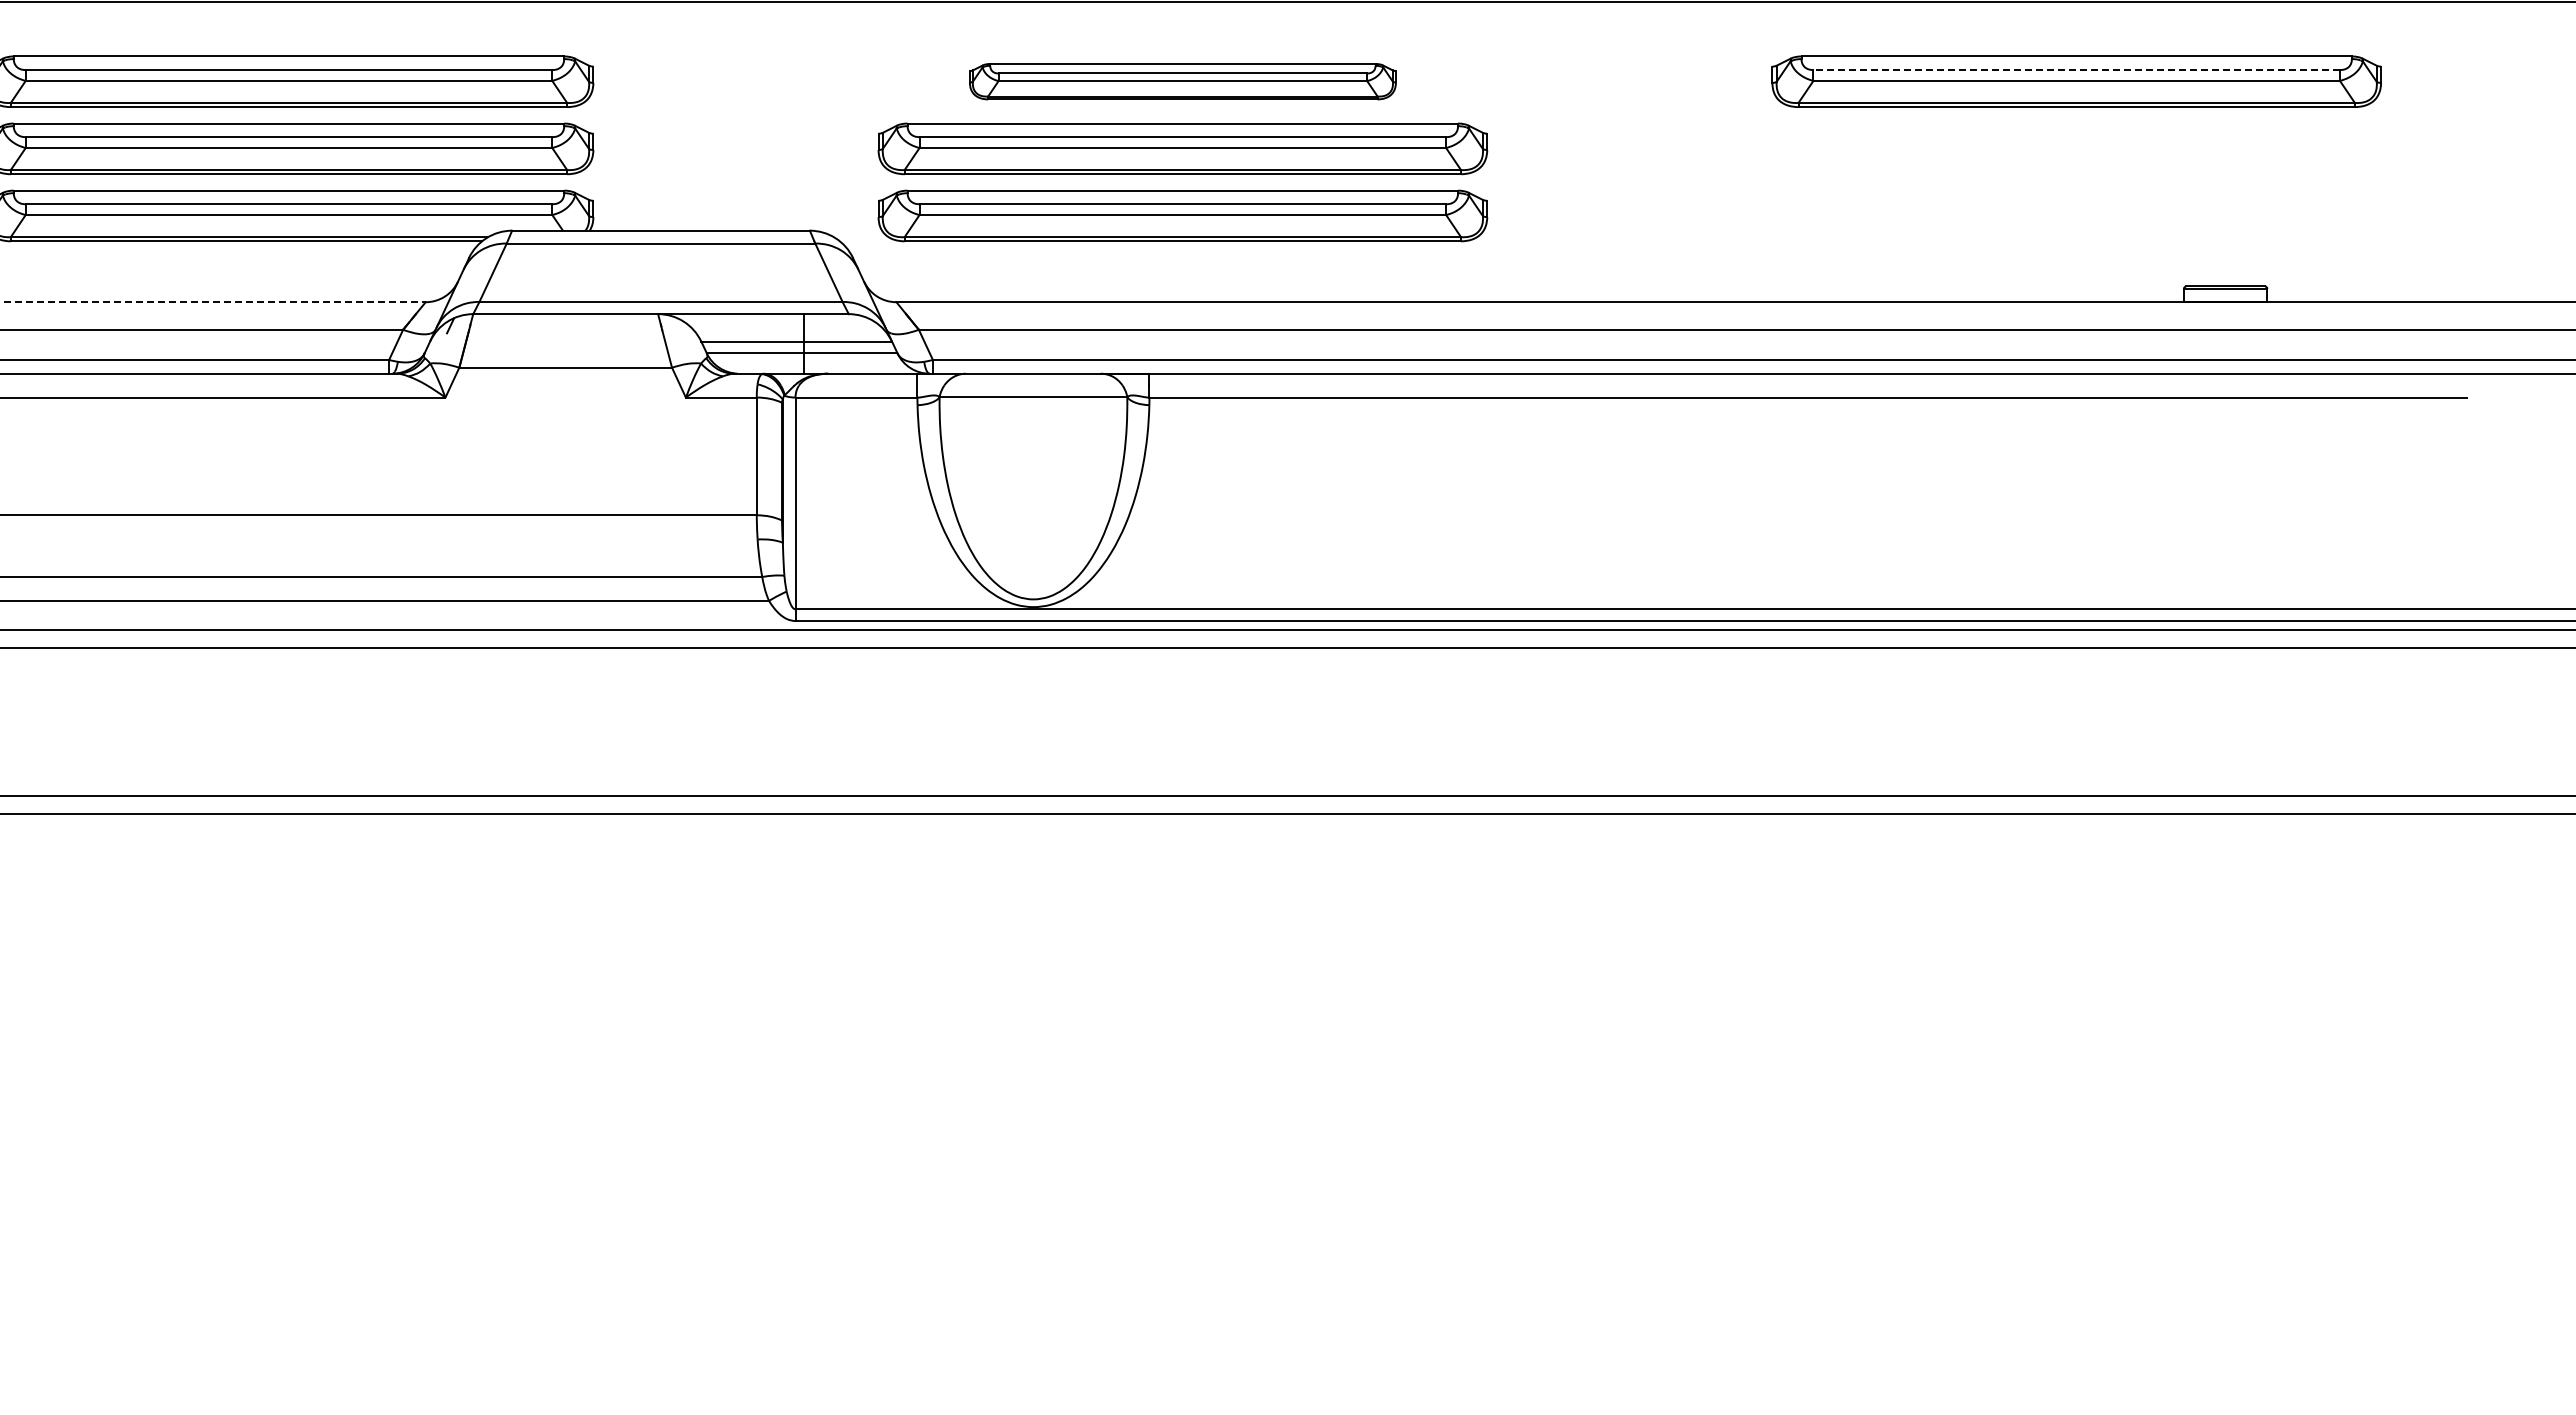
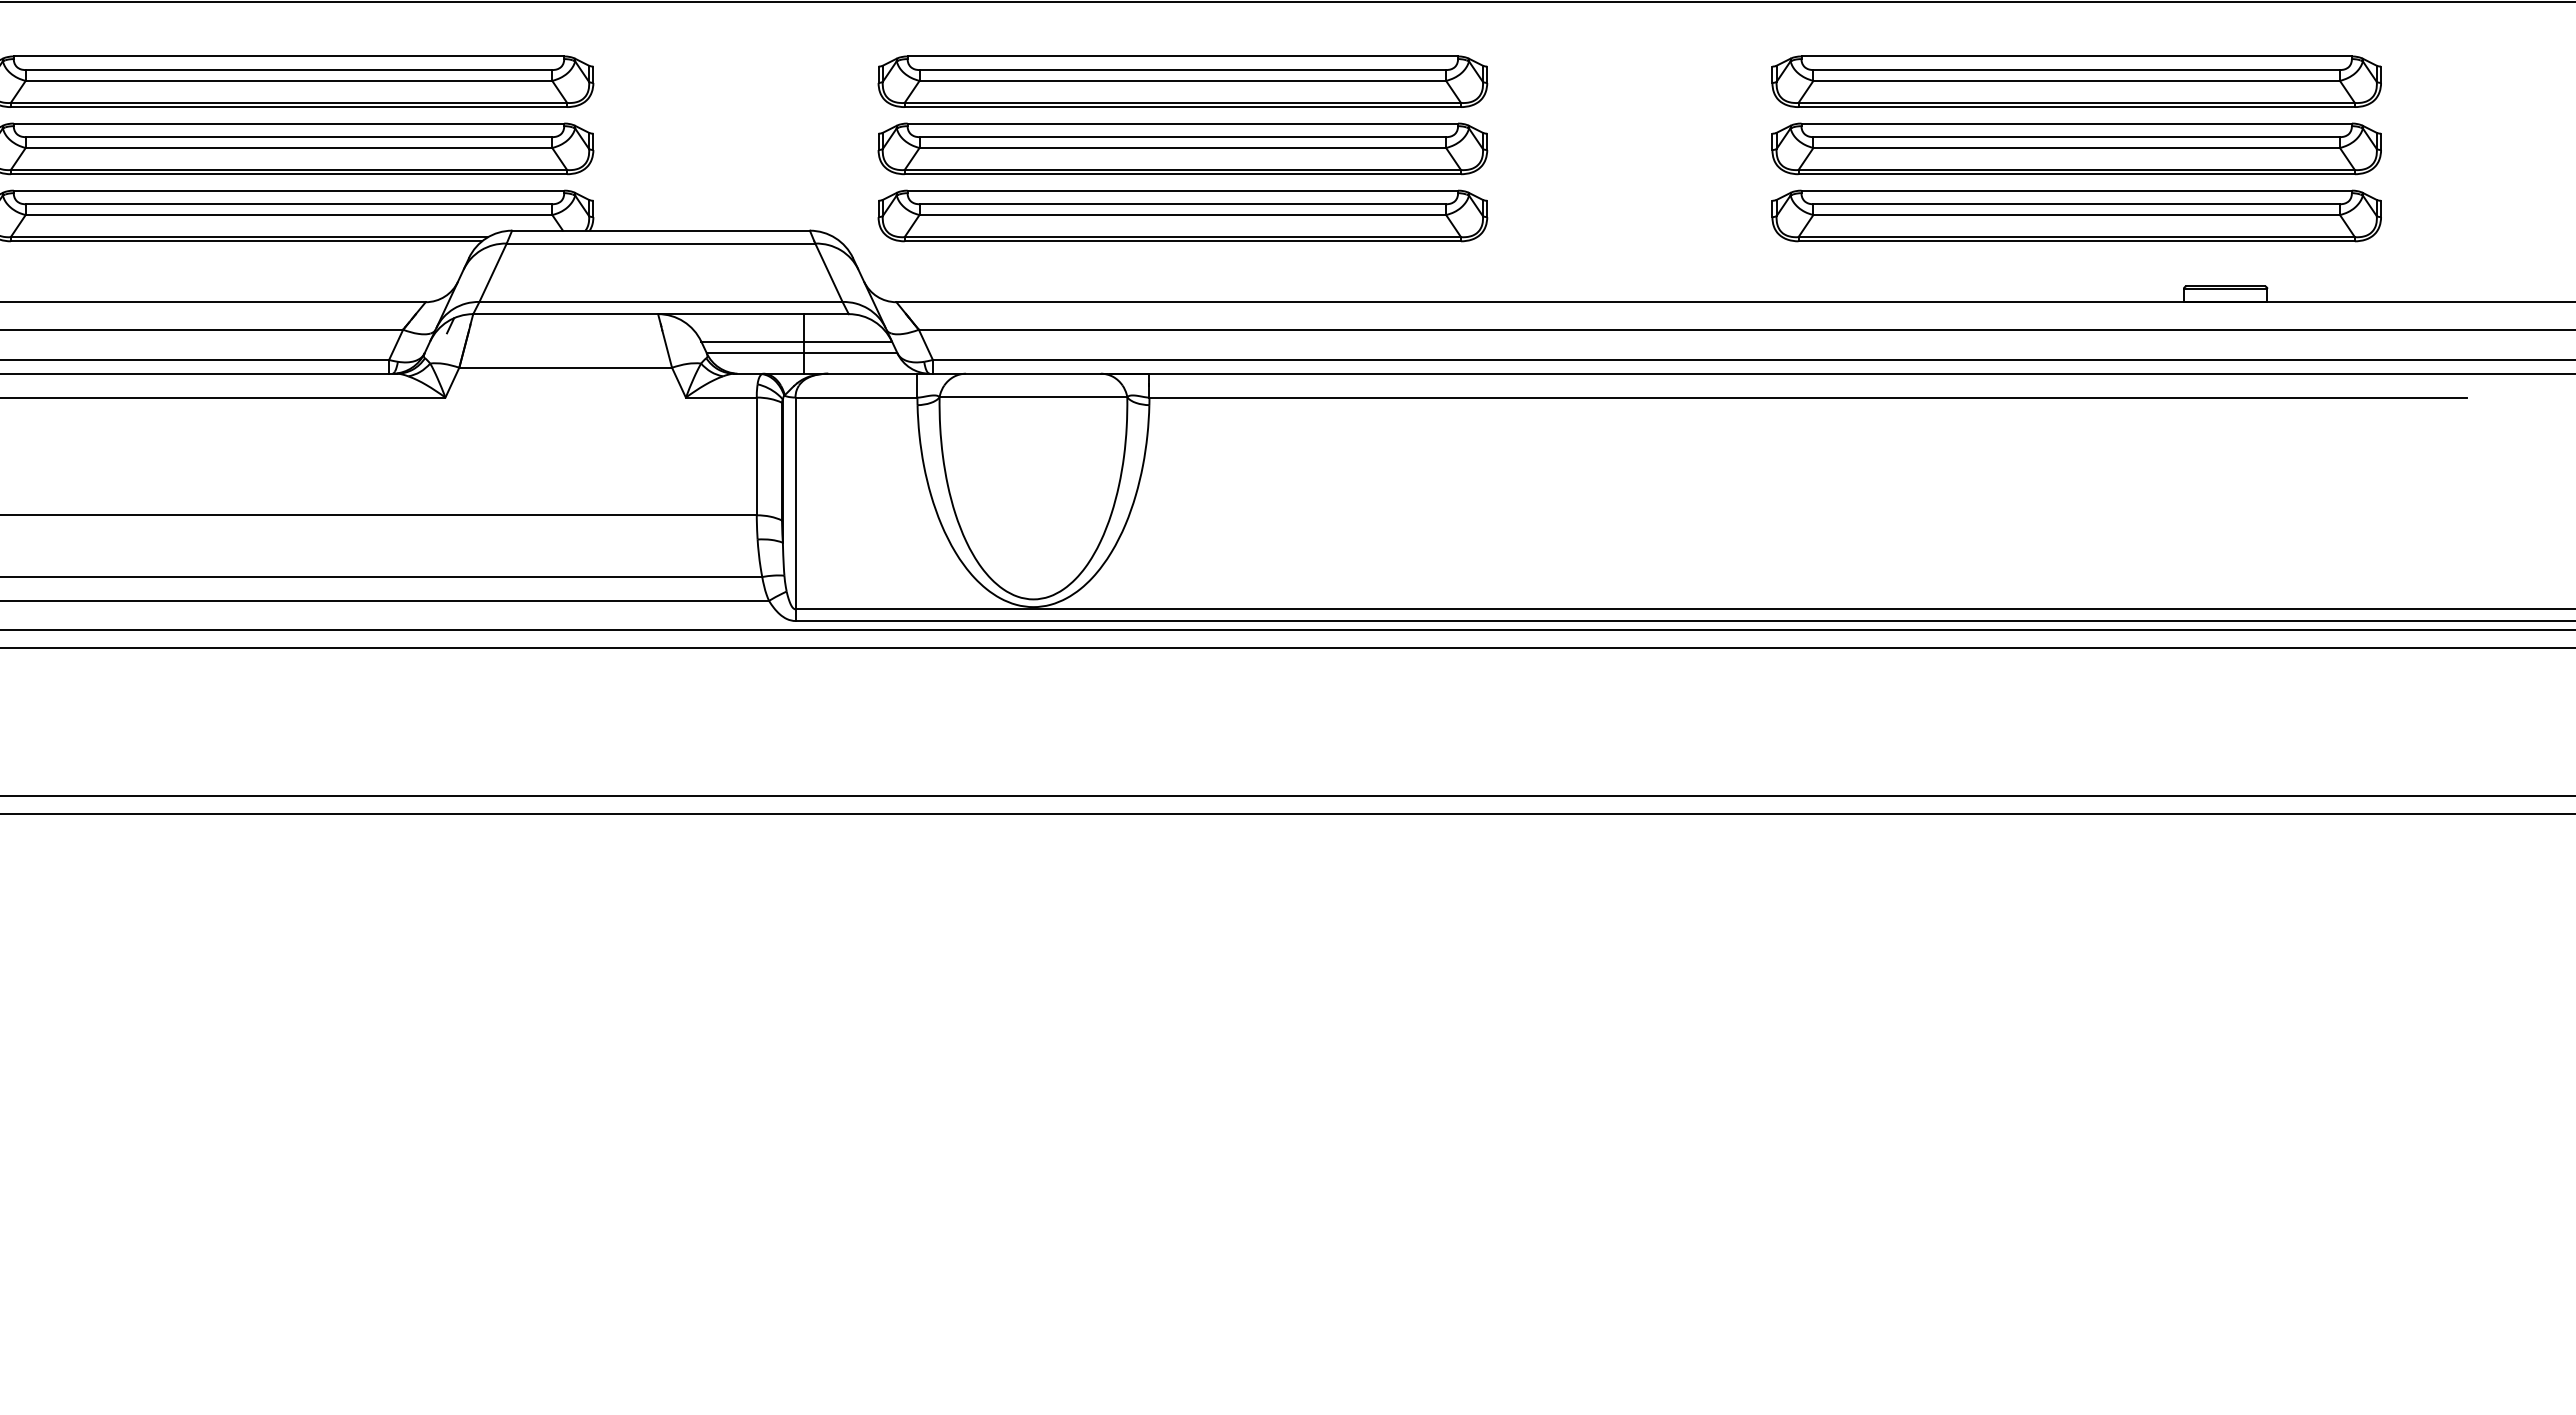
line at (2076, 70): dashed -> solid
part at (1182, 81) size: 428x38 px -> 612x53 px
part at (2076, 148): none -> present
part at (2076, 215): none -> present
line at (213, 302): dashed -> solid
